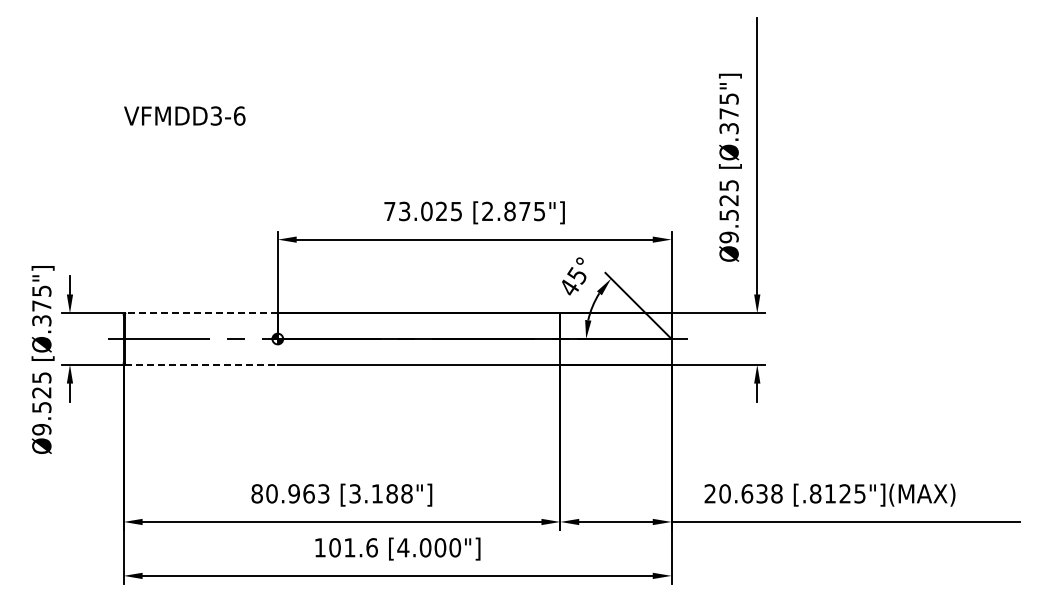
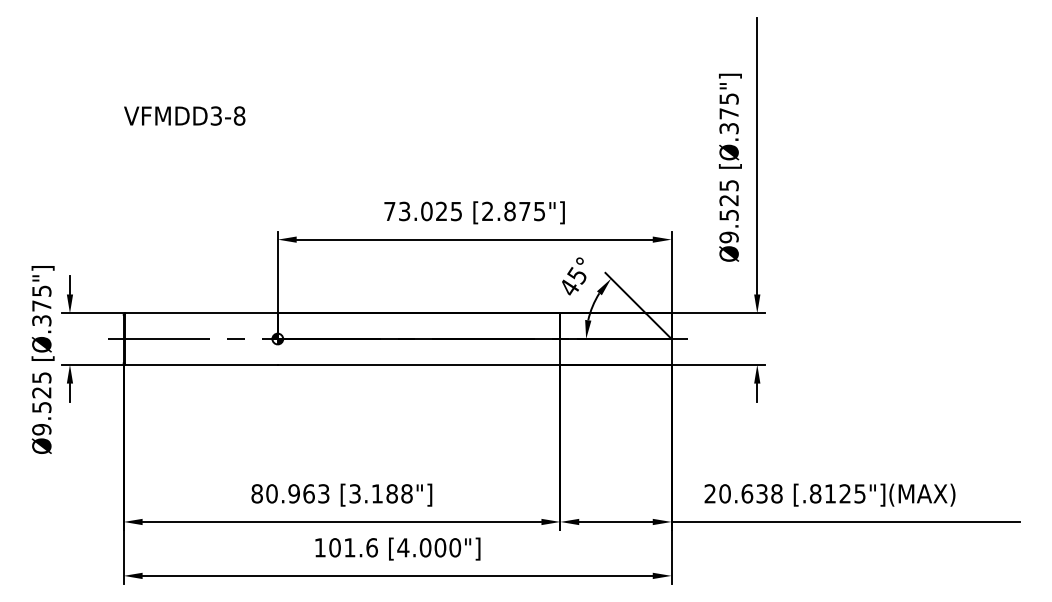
text at (239, 115): VFMDD3-6 -> VFMDD3-8
line at (201, 313): dashed -> solid
line at (202, 364): dashed -> solid
